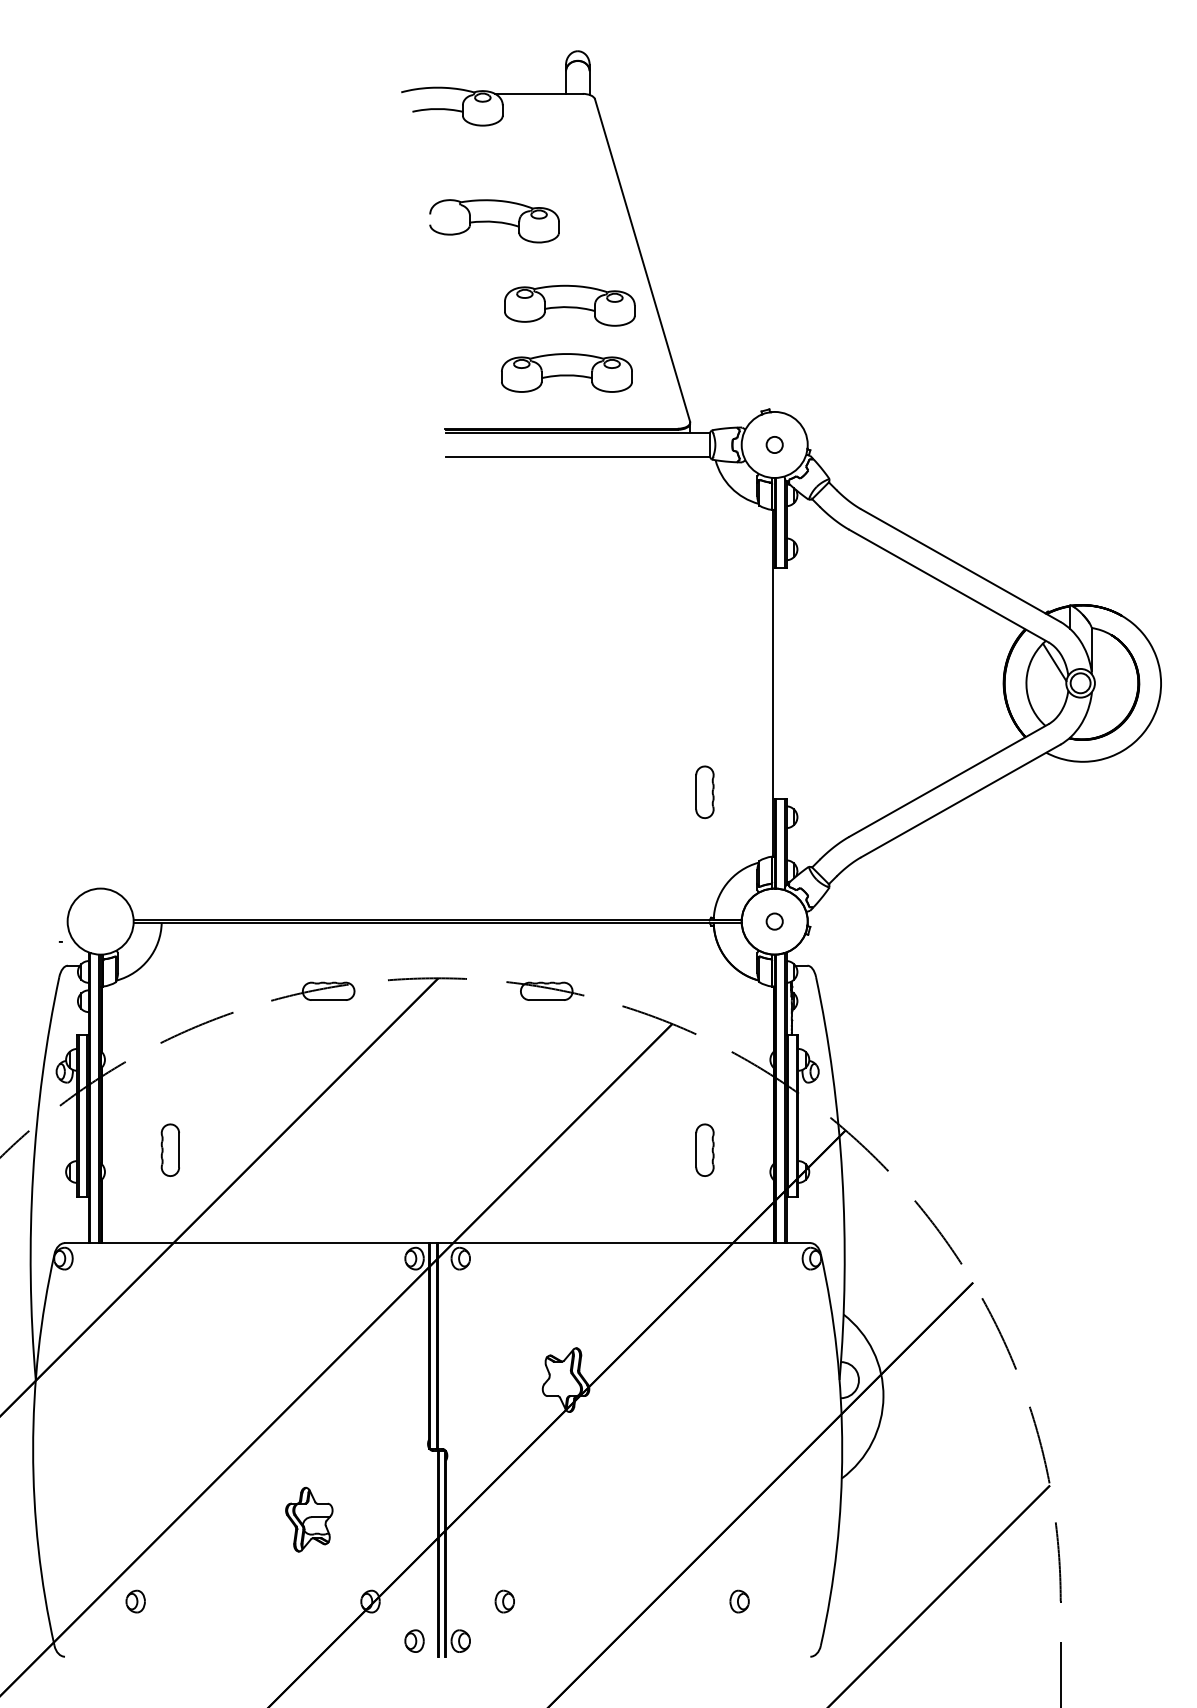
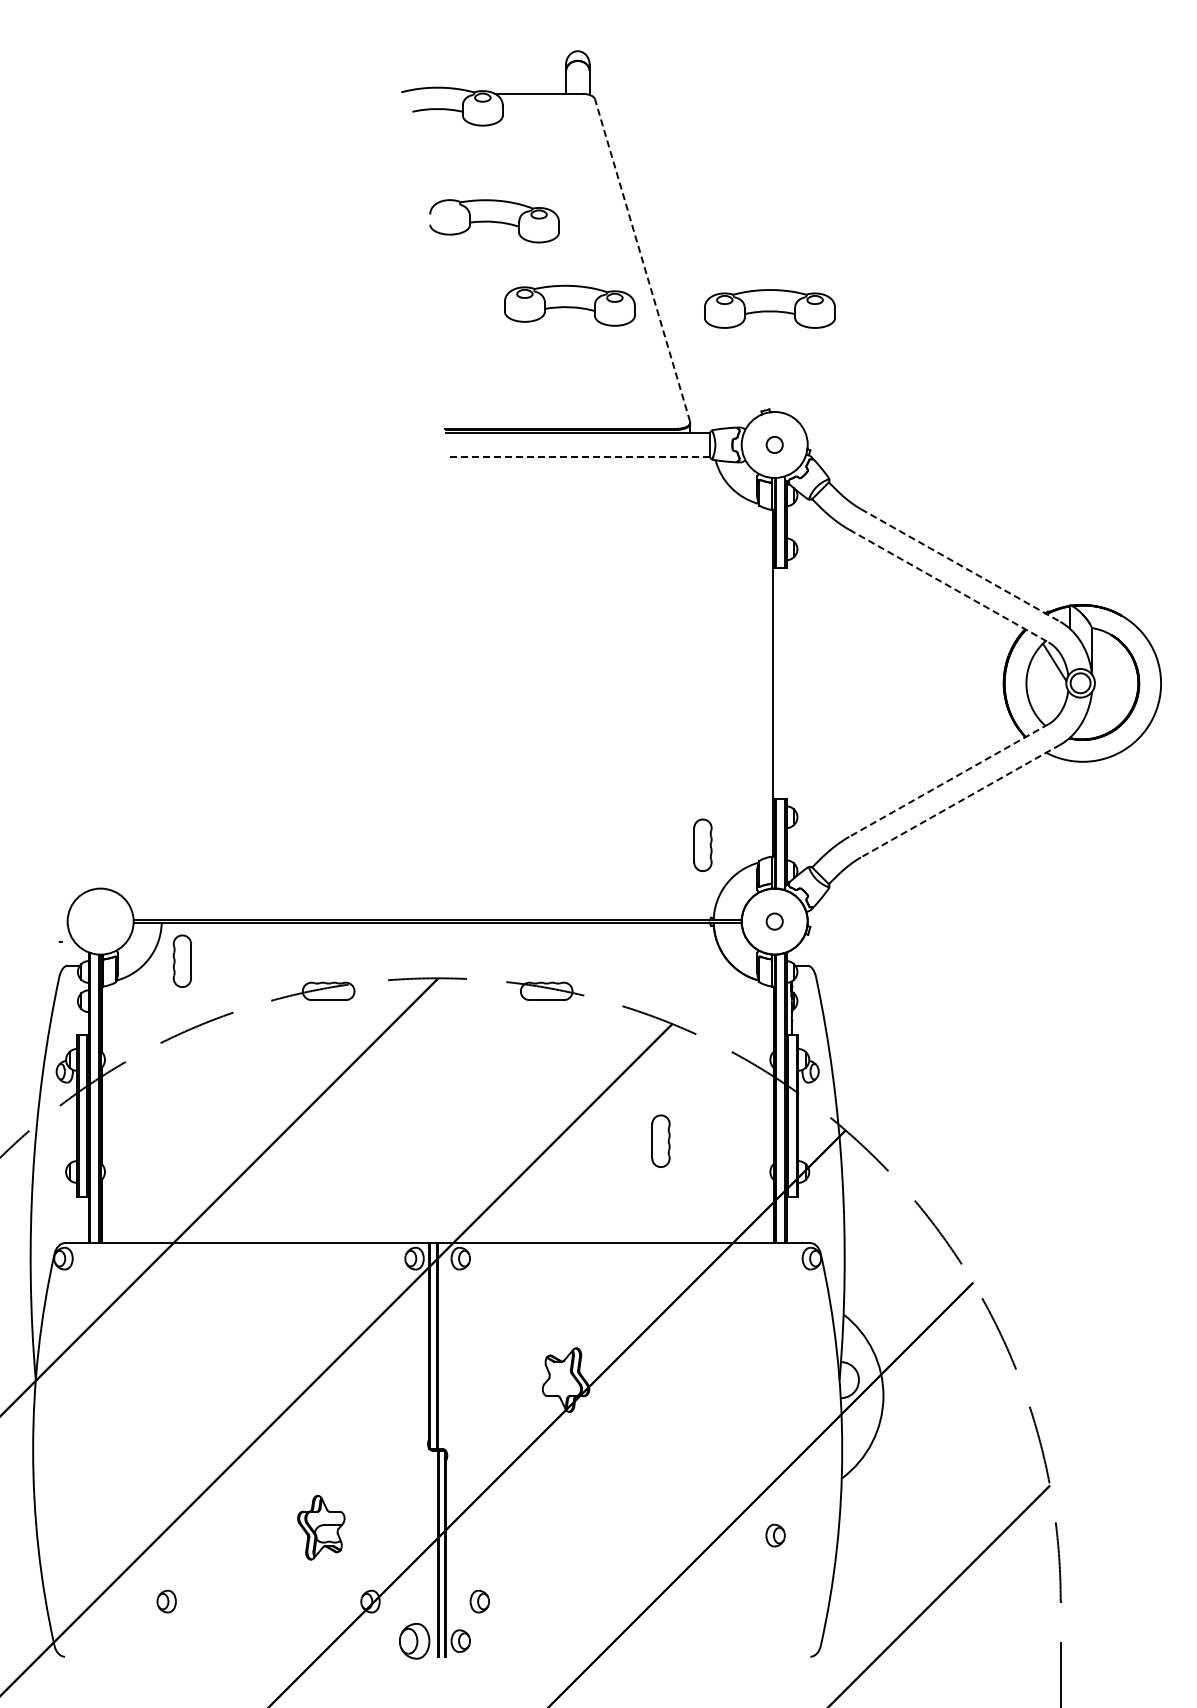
line at (642, 259): solid -> dashed
part at (566, 372) position: (566, 372) -> (769, 308)
line at (577, 456): solid -> dashed
line at (961, 565): solid -> dashed
line at (949, 586): solid -> dashed
line at (948, 780): solid -> dashed
part at (704, 792) position: (704, 792) -> (702, 845)
line at (960, 801): solid -> dashed
part at (169, 1149) position: (169, 1149) -> (181, 960)
part at (704, 1149) position: (704, 1149) -> (660, 1140)
part at (309, 1519) position: (309, 1519) -> (321, 1527)
part at (135, 1601) position: (135, 1601) -> (166, 1601)
part at (504, 1601) position: (504, 1601) -> (479, 1601)
part at (739, 1601) position: (739, 1601) -> (775, 1535)
part at (414, 1640) size: 21x24 px -> 32x37 px
